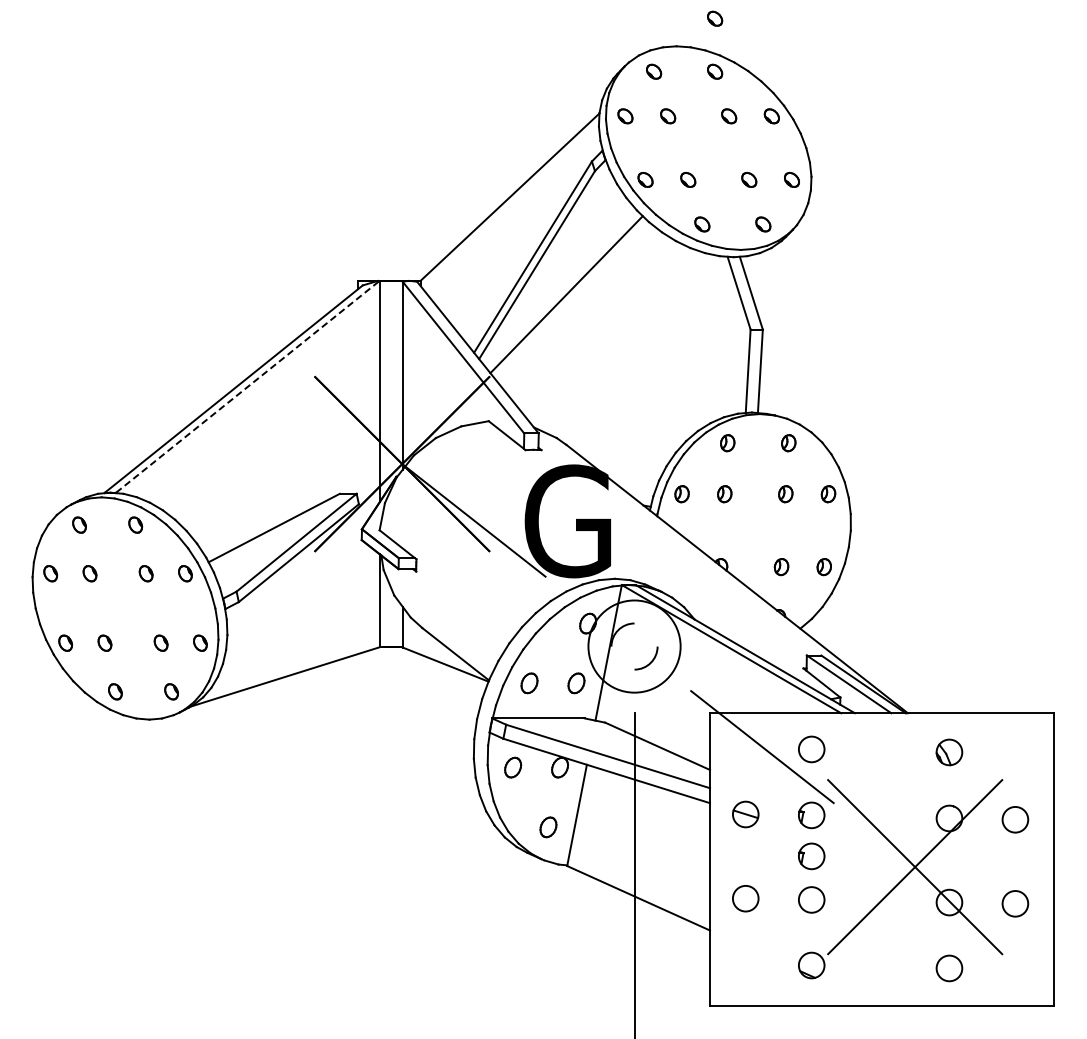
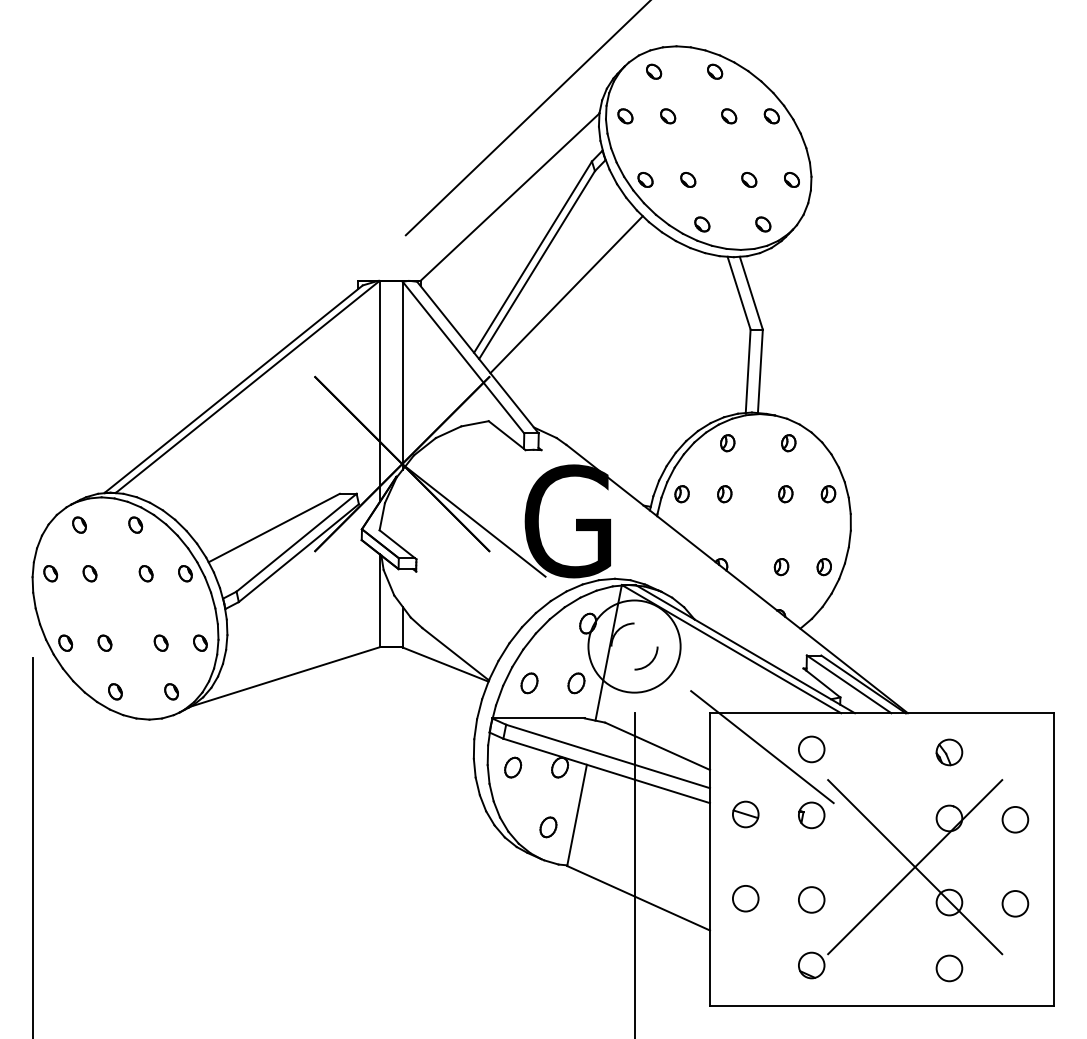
part at (715, 18): present -> none
line at (526, 118): none -> present
line at (248, 386): dashed -> solid
line at (32, 846): none -> present
part at (811, 856): present -> none
